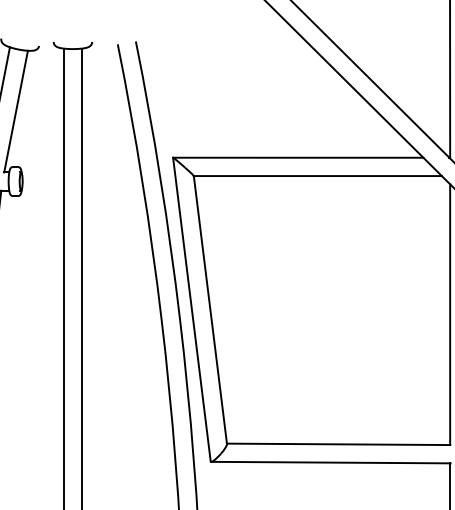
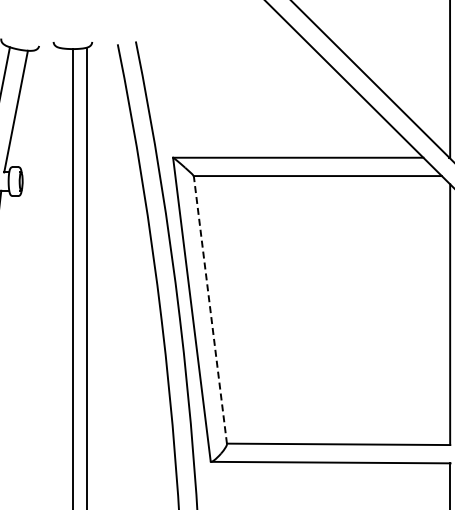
line at (63, 277) position: (63, 277) -> (72, 277)
line at (82, 277) position: (82, 277) -> (87, 277)
line at (210, 309): solid -> dashed
